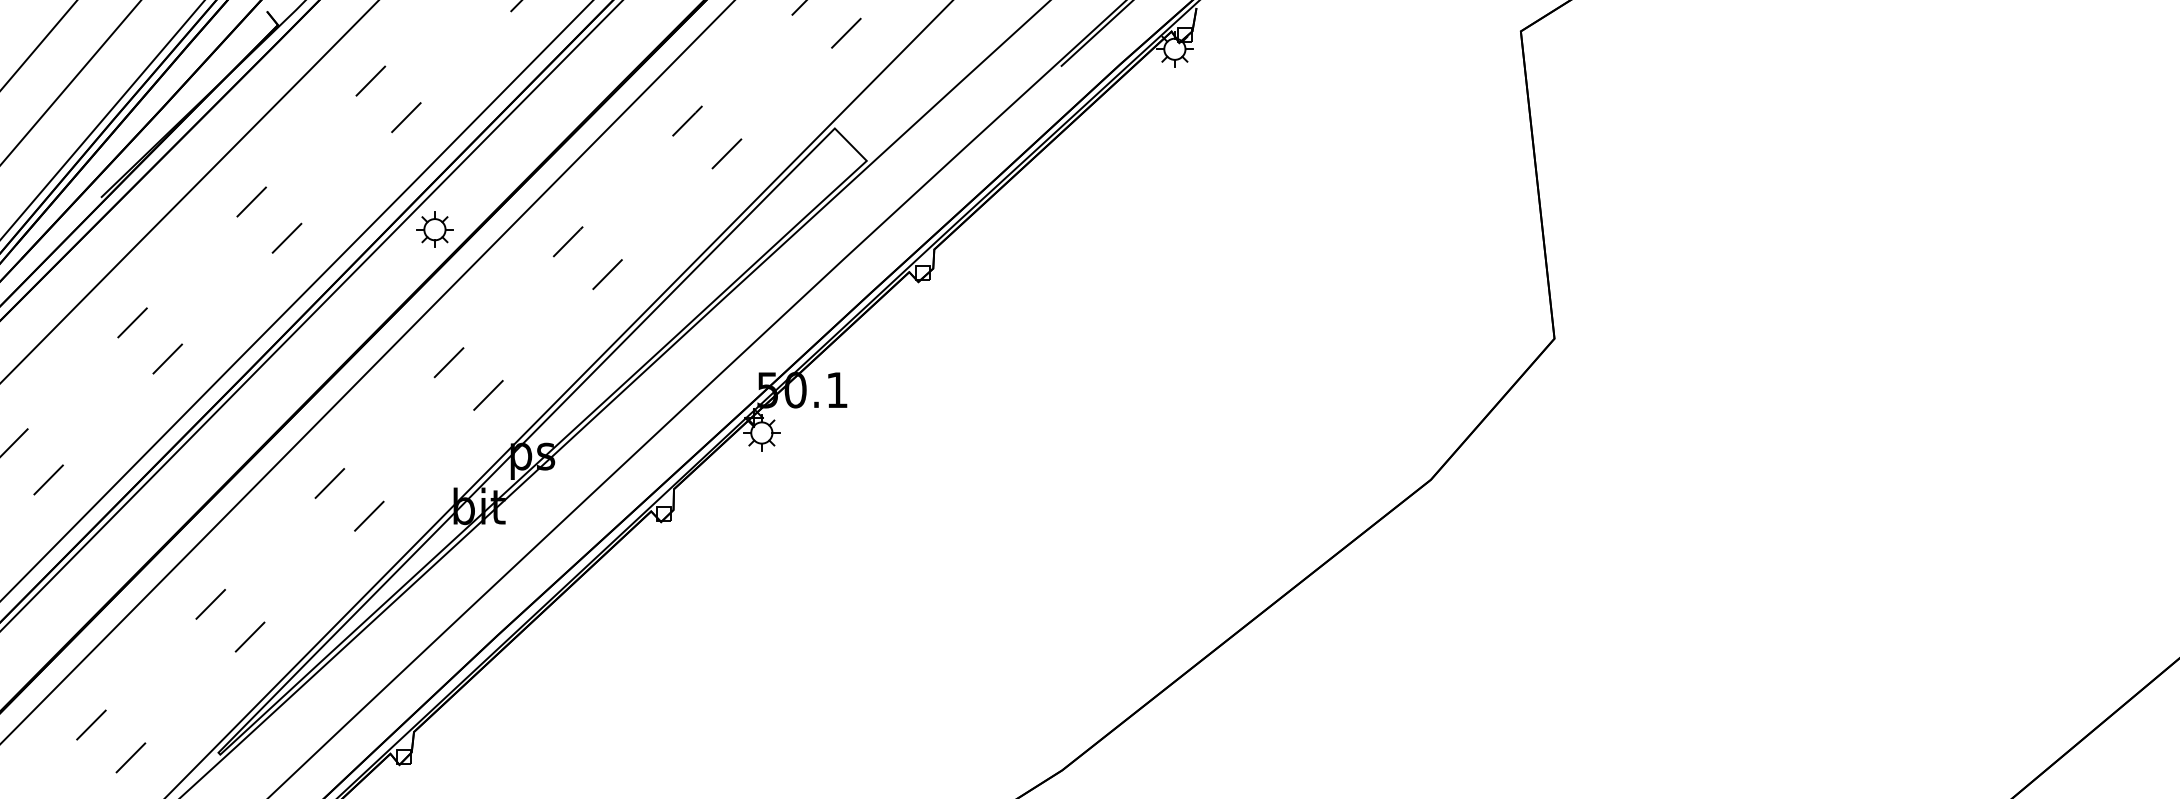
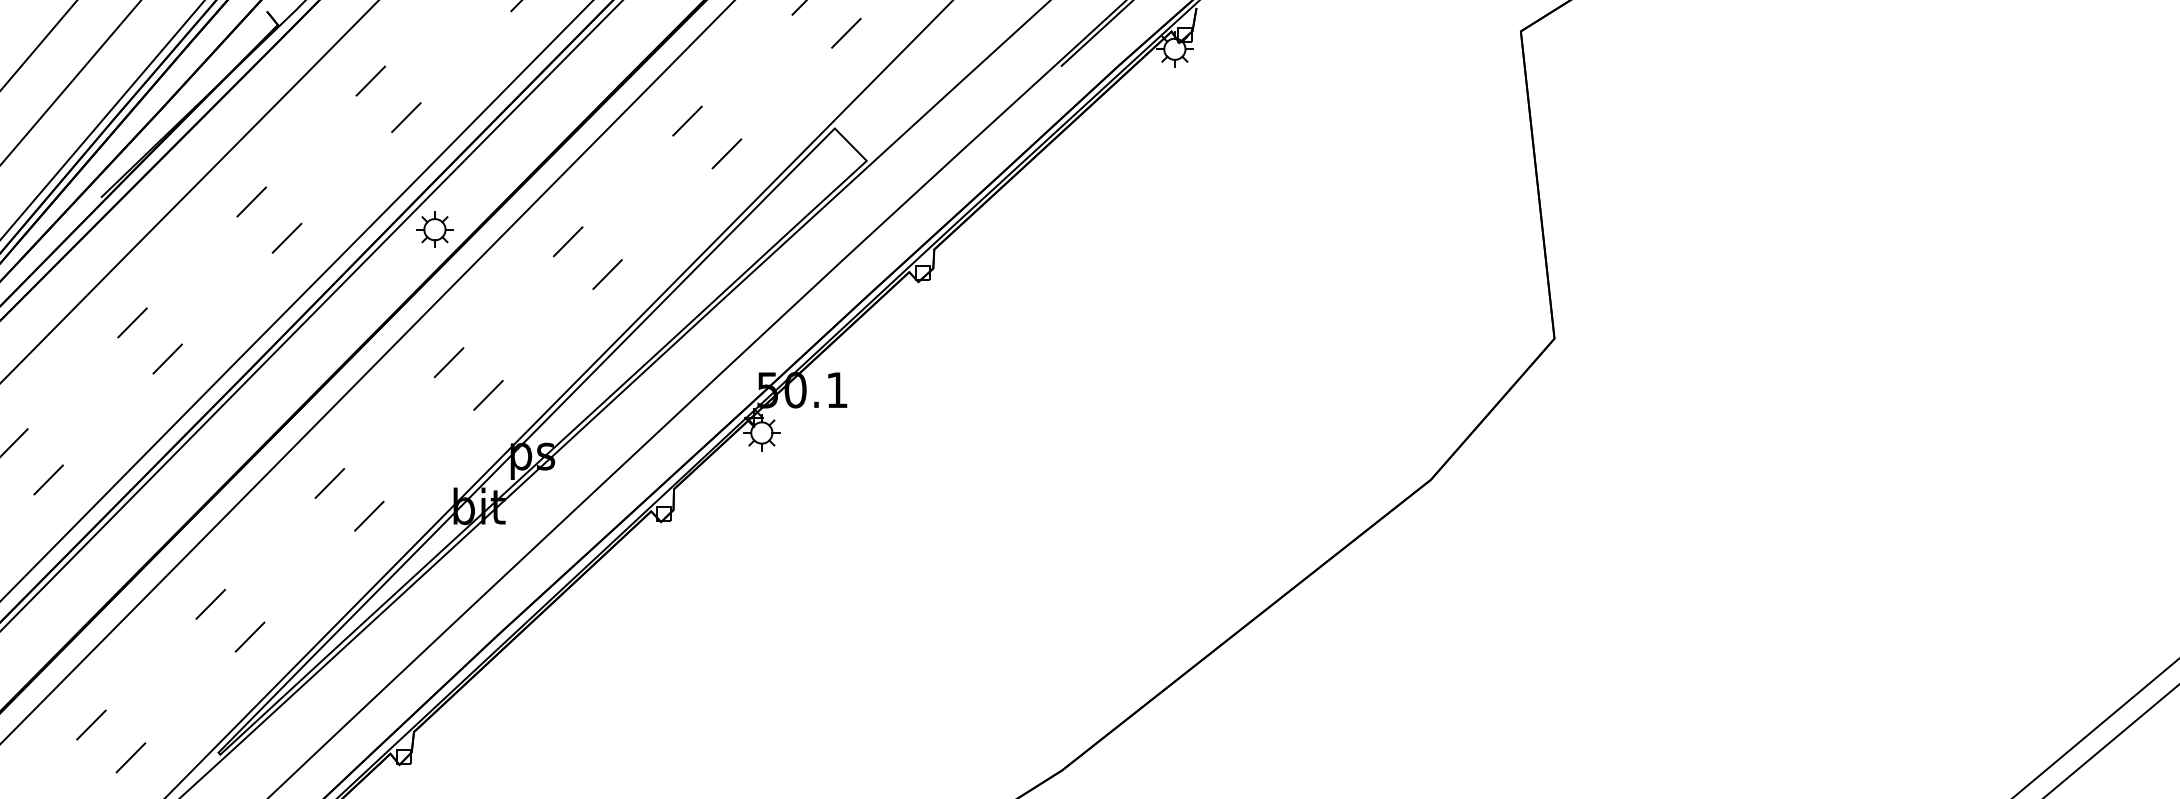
line at (2095, 727) position: (2095, 727) -> (2111, 740)
